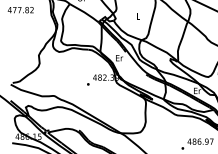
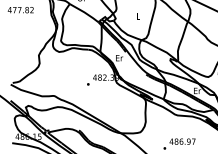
text at (197, 143) position: (197, 143) -> (179, 143)
